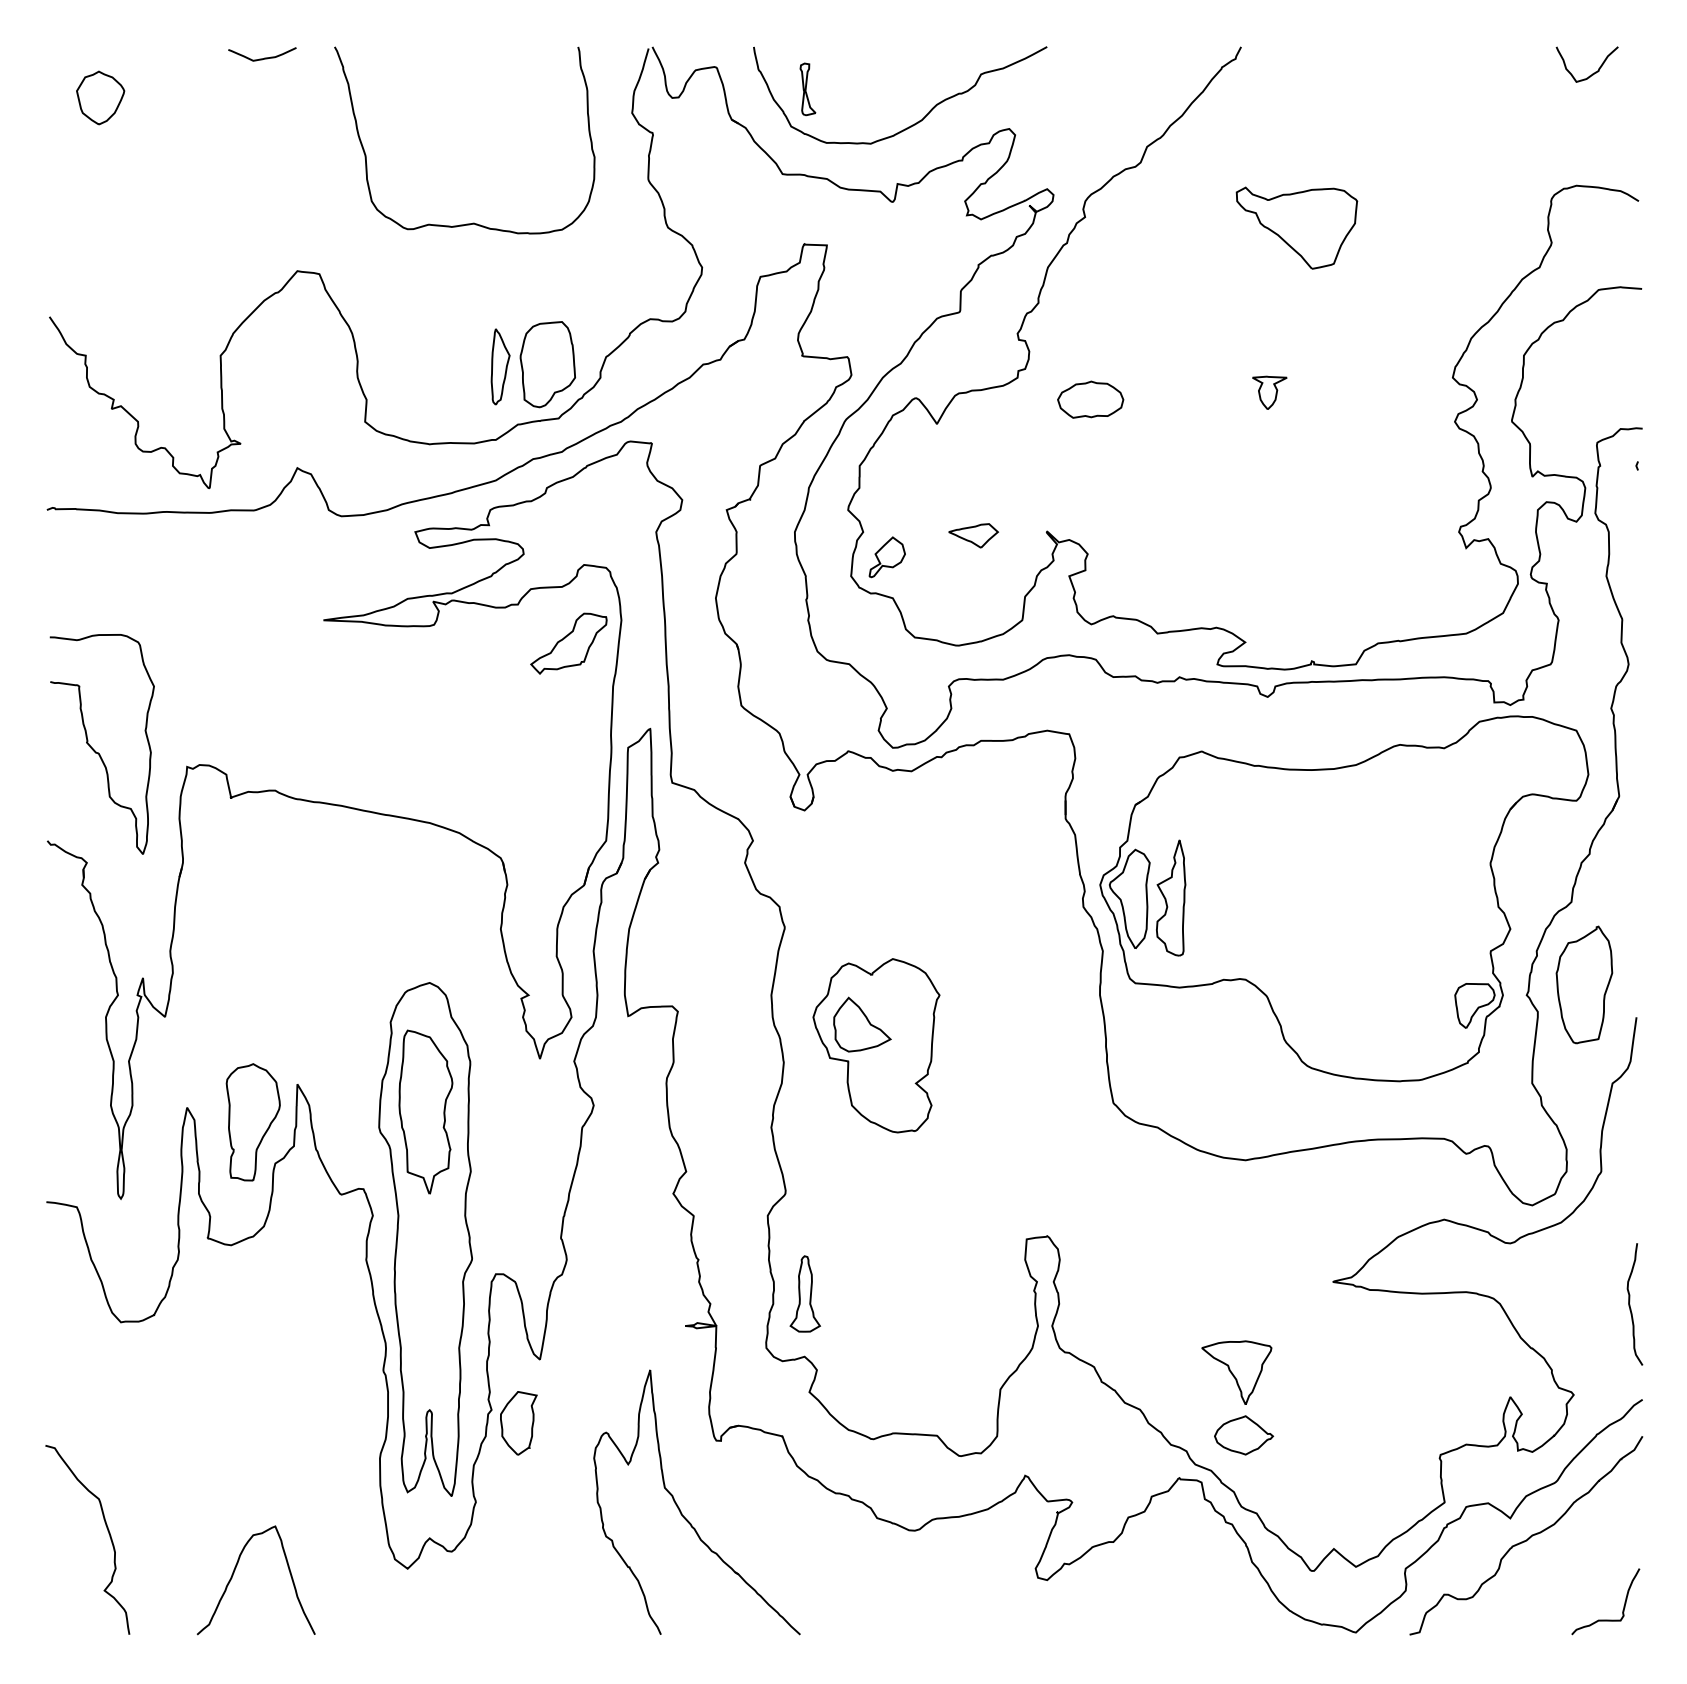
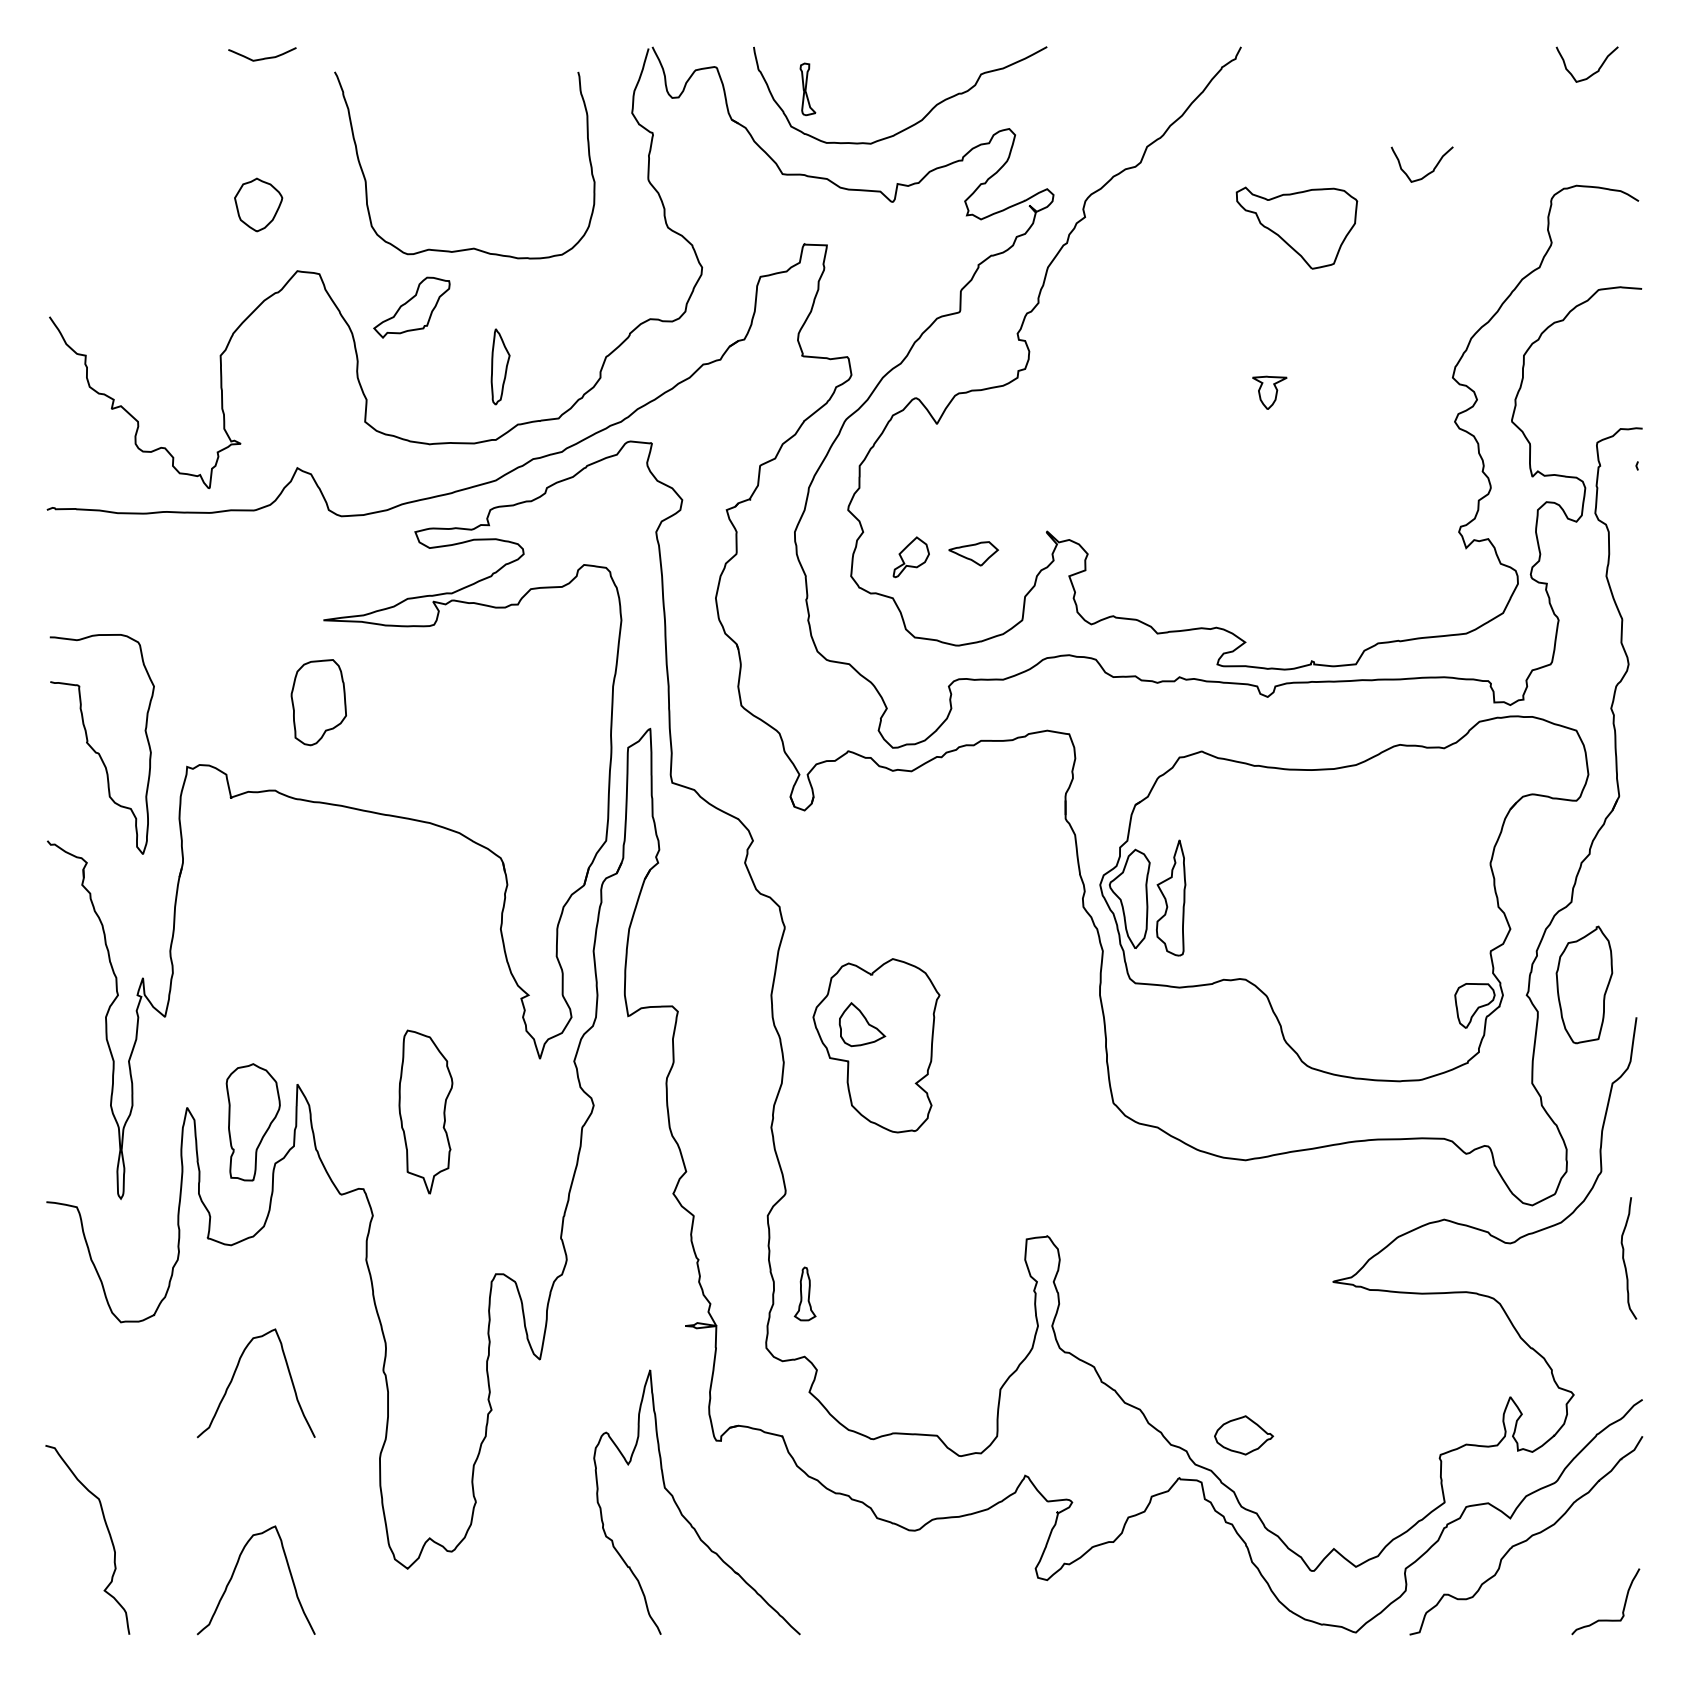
part at (100, 97) position: (100, 97) -> (258, 204)
curve at (1427, 173): none -> present
curve at (473, 222) position: (473, 222) -> (473, 247)
part at (547, 364) position: (547, 364) -> (318, 702)
part at (1090, 399): present -> none
part at (973, 535) position: (973, 535) -> (973, 553)
part at (886, 557) position: (886, 557) -> (910, 557)
part at (568, 643) position: (568, 643) -> (411, 307)
part at (862, 1024) size: 59x57 px -> 49x46 px
part at (425, 1239): present -> none
part at (804, 1293) size: 32x78 px -> 24x56 px
curve at (1630, 1304) position: (1630, 1304) -> (1624, 1258)
part at (1236, 1372): present -> none
curve at (234, 1376): none -> present
part at (518, 1423): present -> none
